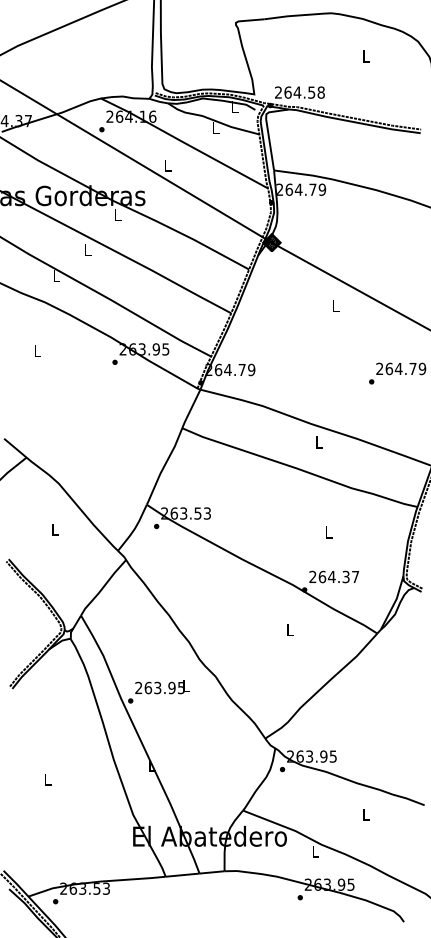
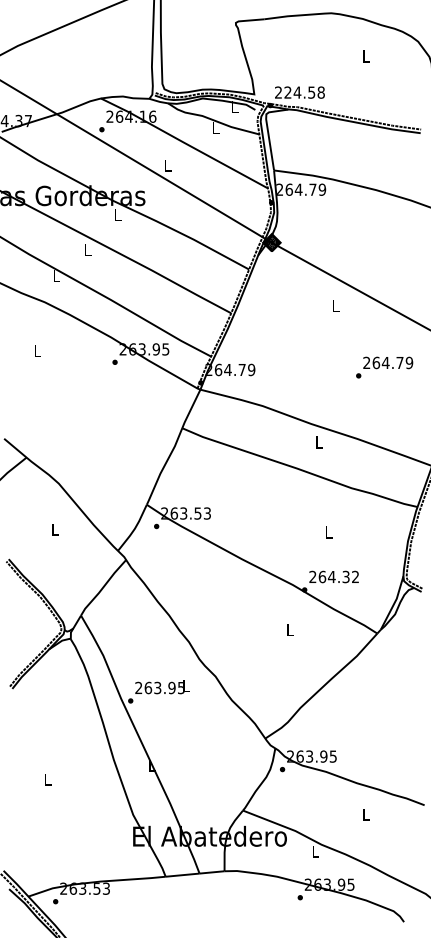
text at (287, 92): 264.58 -> 224.58
text at (397, 373) position: (397, 373) -> (384, 367)
text at (355, 576): 264.37 -> 264.32
